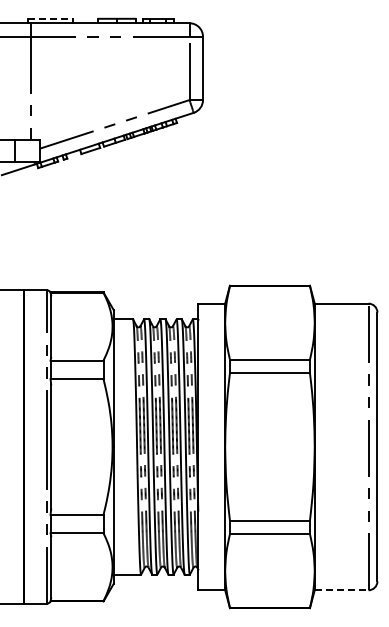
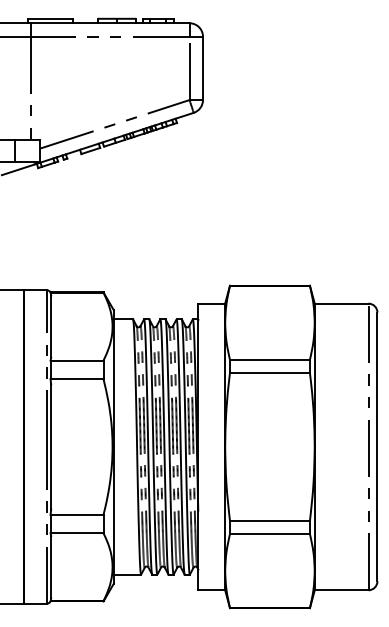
line at (51, 18): dashed -> solid
line at (341, 590): dashed -> solid
